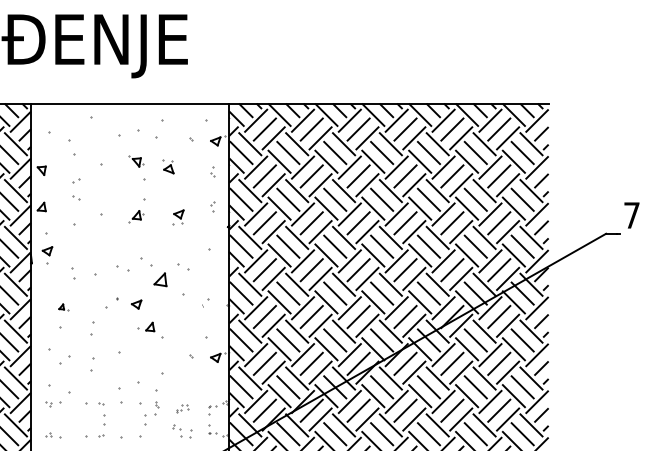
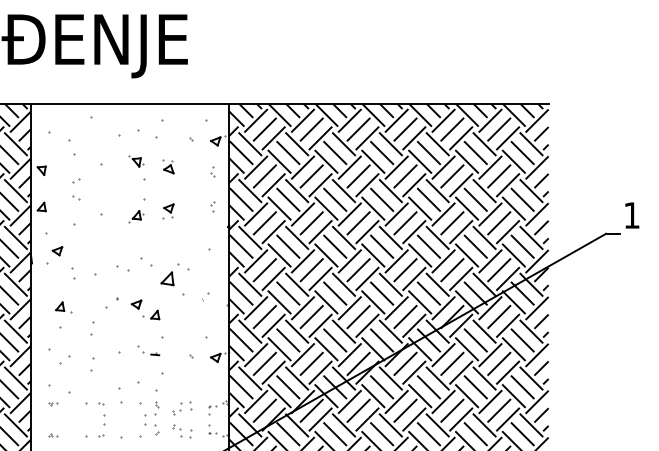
text at (631, 215): 7 -> 1
part at (178, 217) position: (178, 217) -> (168, 211)
part at (47, 251) position: (47, 251) -> (57, 251)
part at (160, 279) position: (160, 279) -> (167, 278)
part at (205, 302) position: (205, 302) -> (205, 296)
part at (63, 307) size: 12x9 px -> 18x13 px
part at (146, 326) position: (146, 326) -> (151, 314)
part at (148, 350): none -> present
part at (53, 404) size: 17x7 px -> 11x5 px
part at (182, 408) size: 14x10 px -> 21x15 px
part at (156, 429): none -> present
part at (53, 435) size: 17x7 px -> 11x5 px
